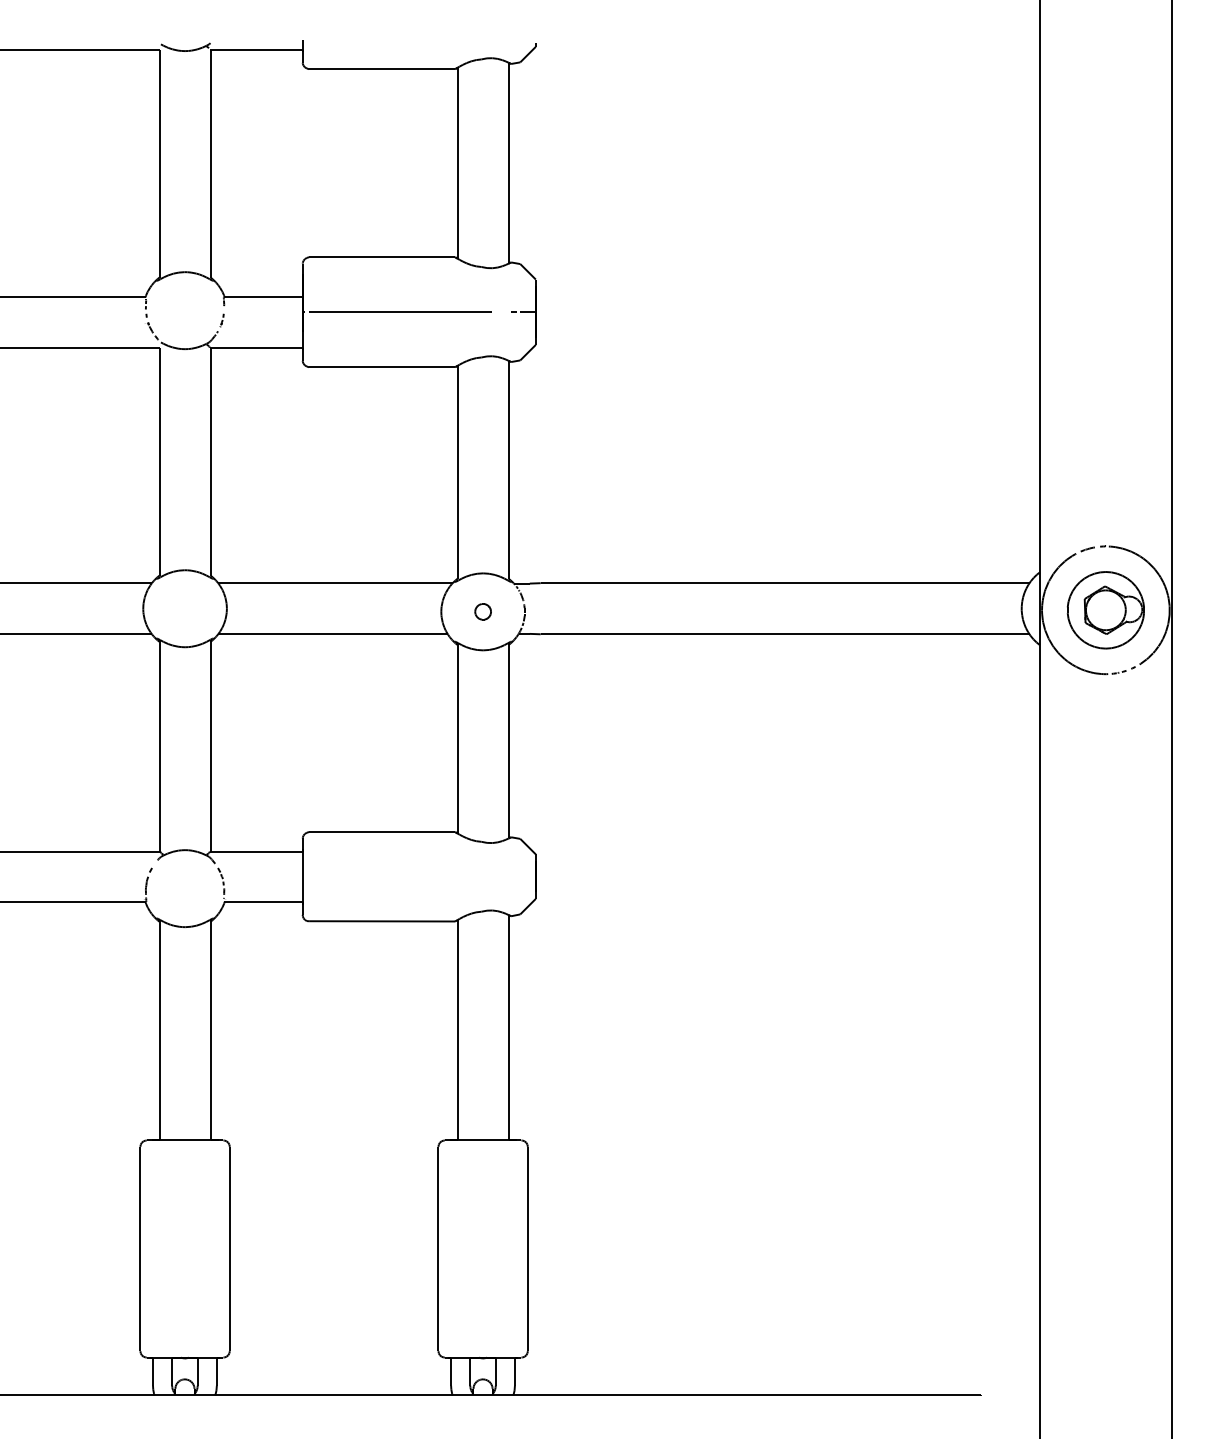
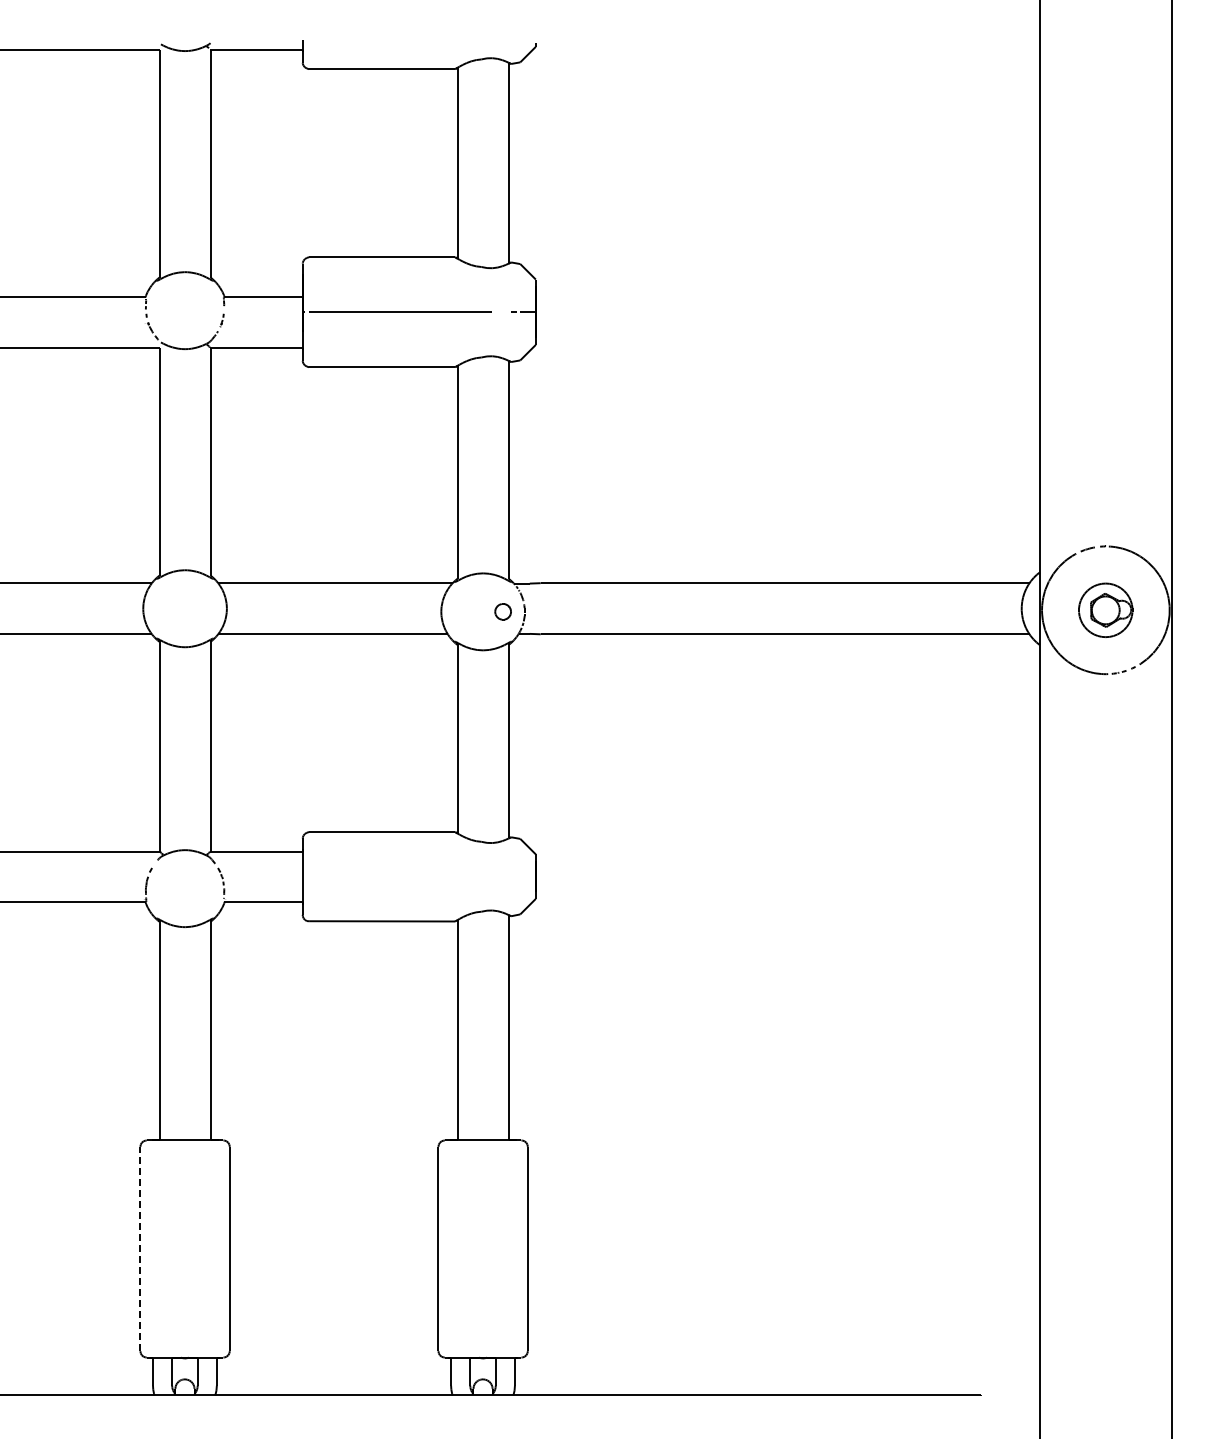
part at (1105, 610) size: 79x79 px -> 56x56 px
part at (482, 611) position: (482, 611) -> (502, 611)
line at (140, 1248): solid -> dashed
